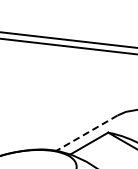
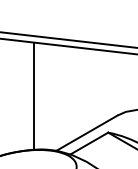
line at (34, 96): none -> present
line at (86, 133): dashed -> solid
